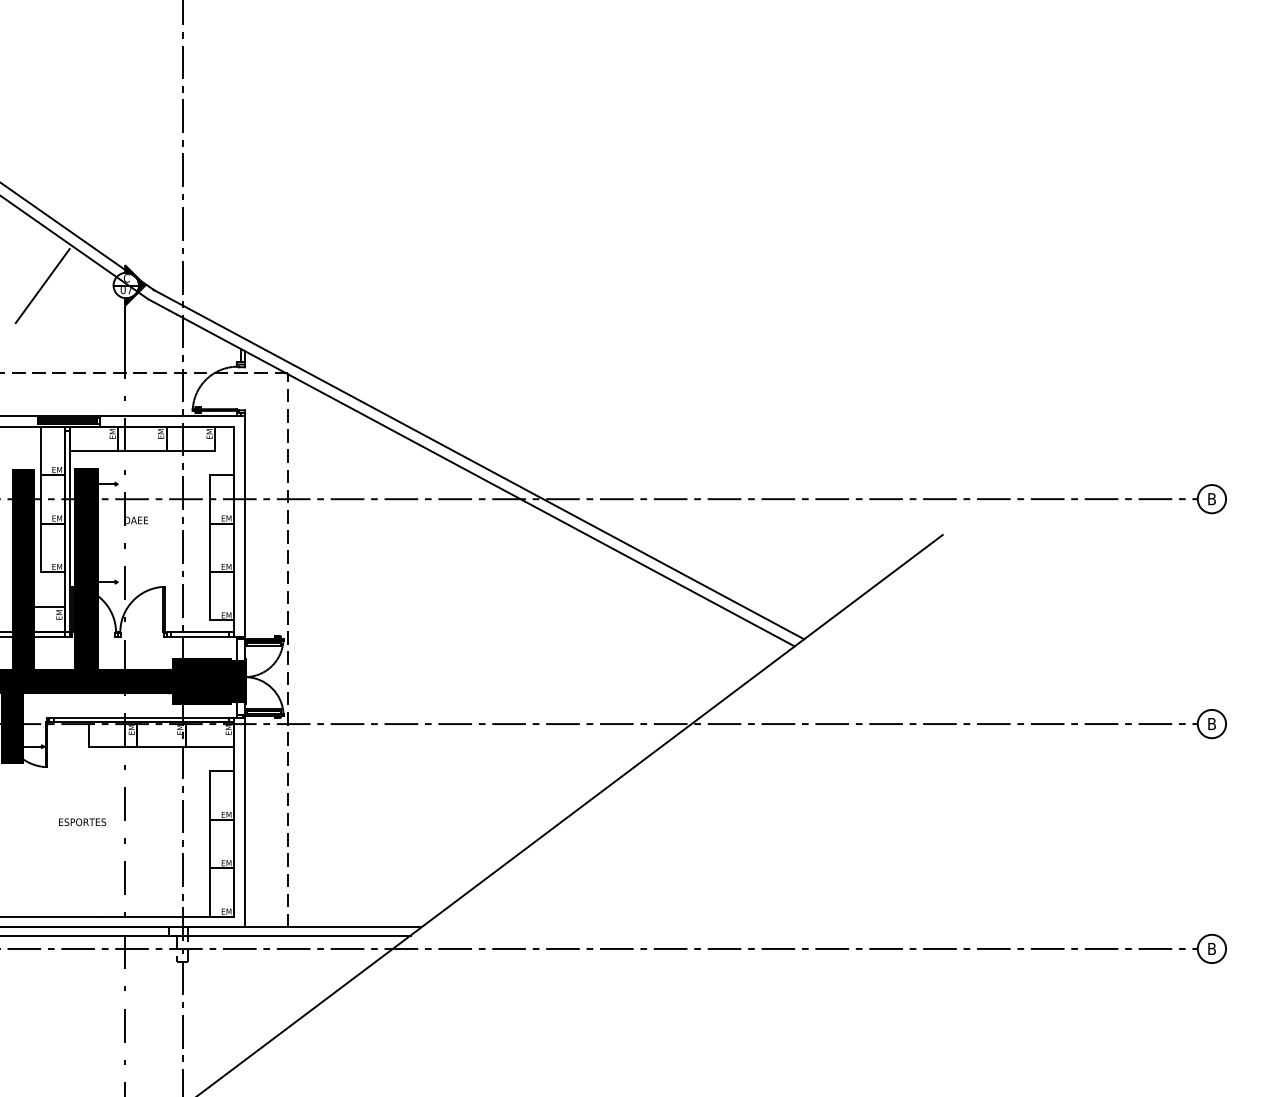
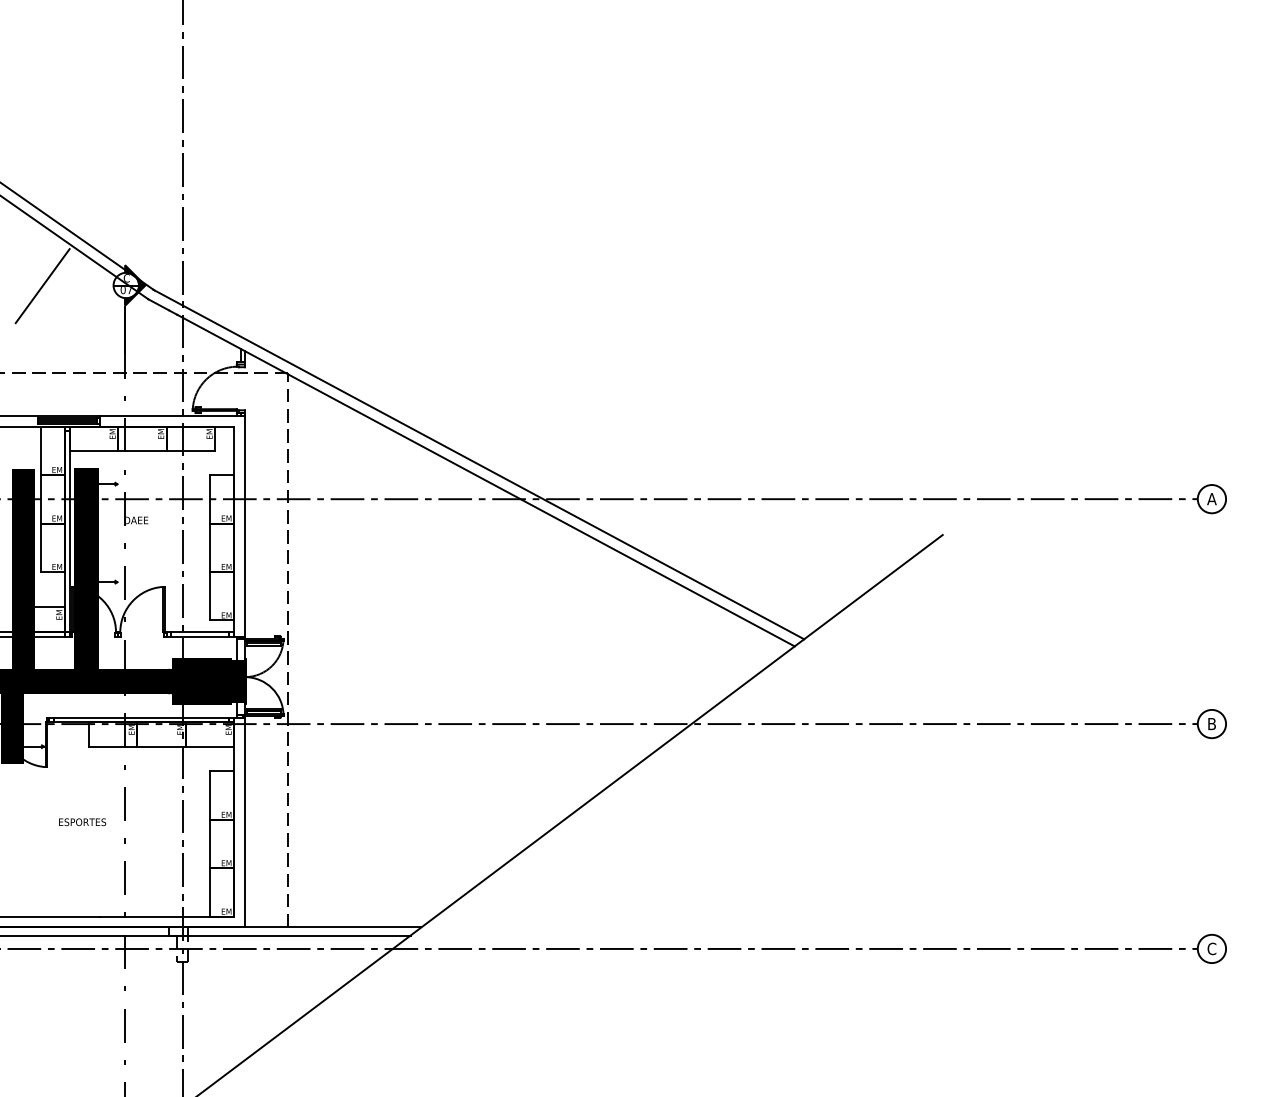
text at (1211, 499): B -> A
text at (1211, 948): B -> C
